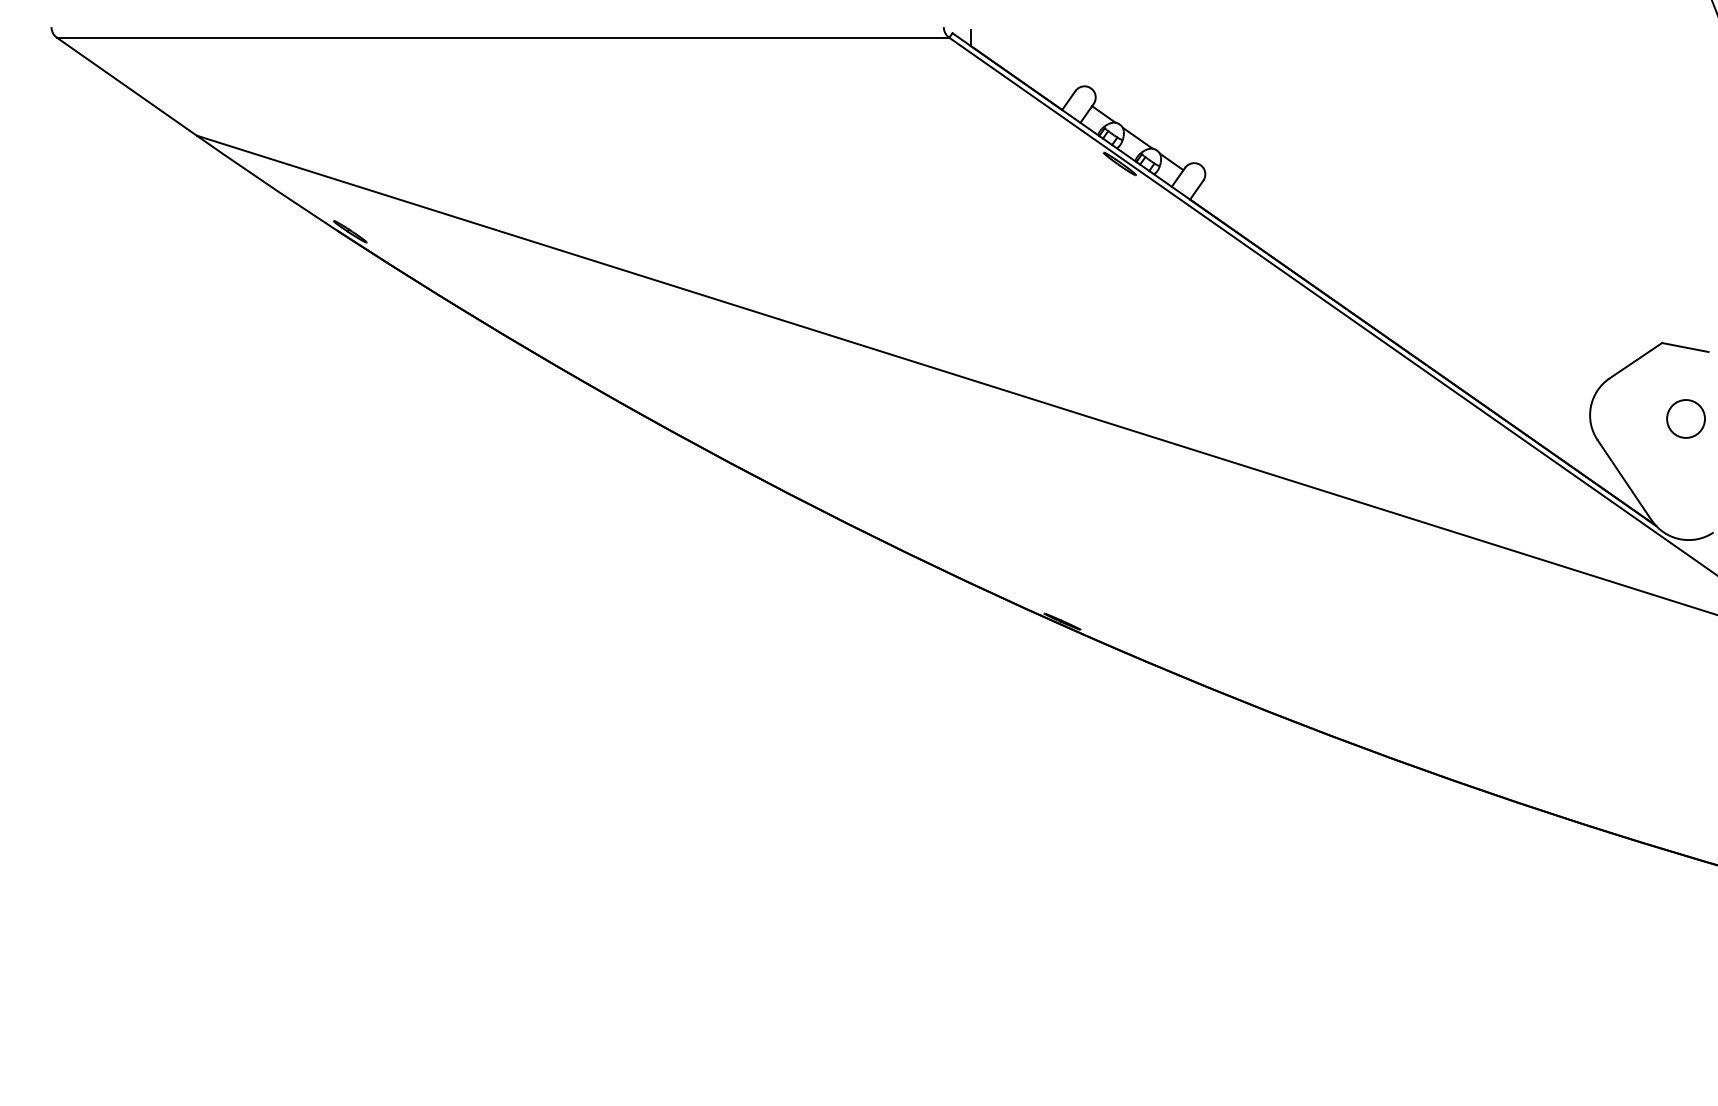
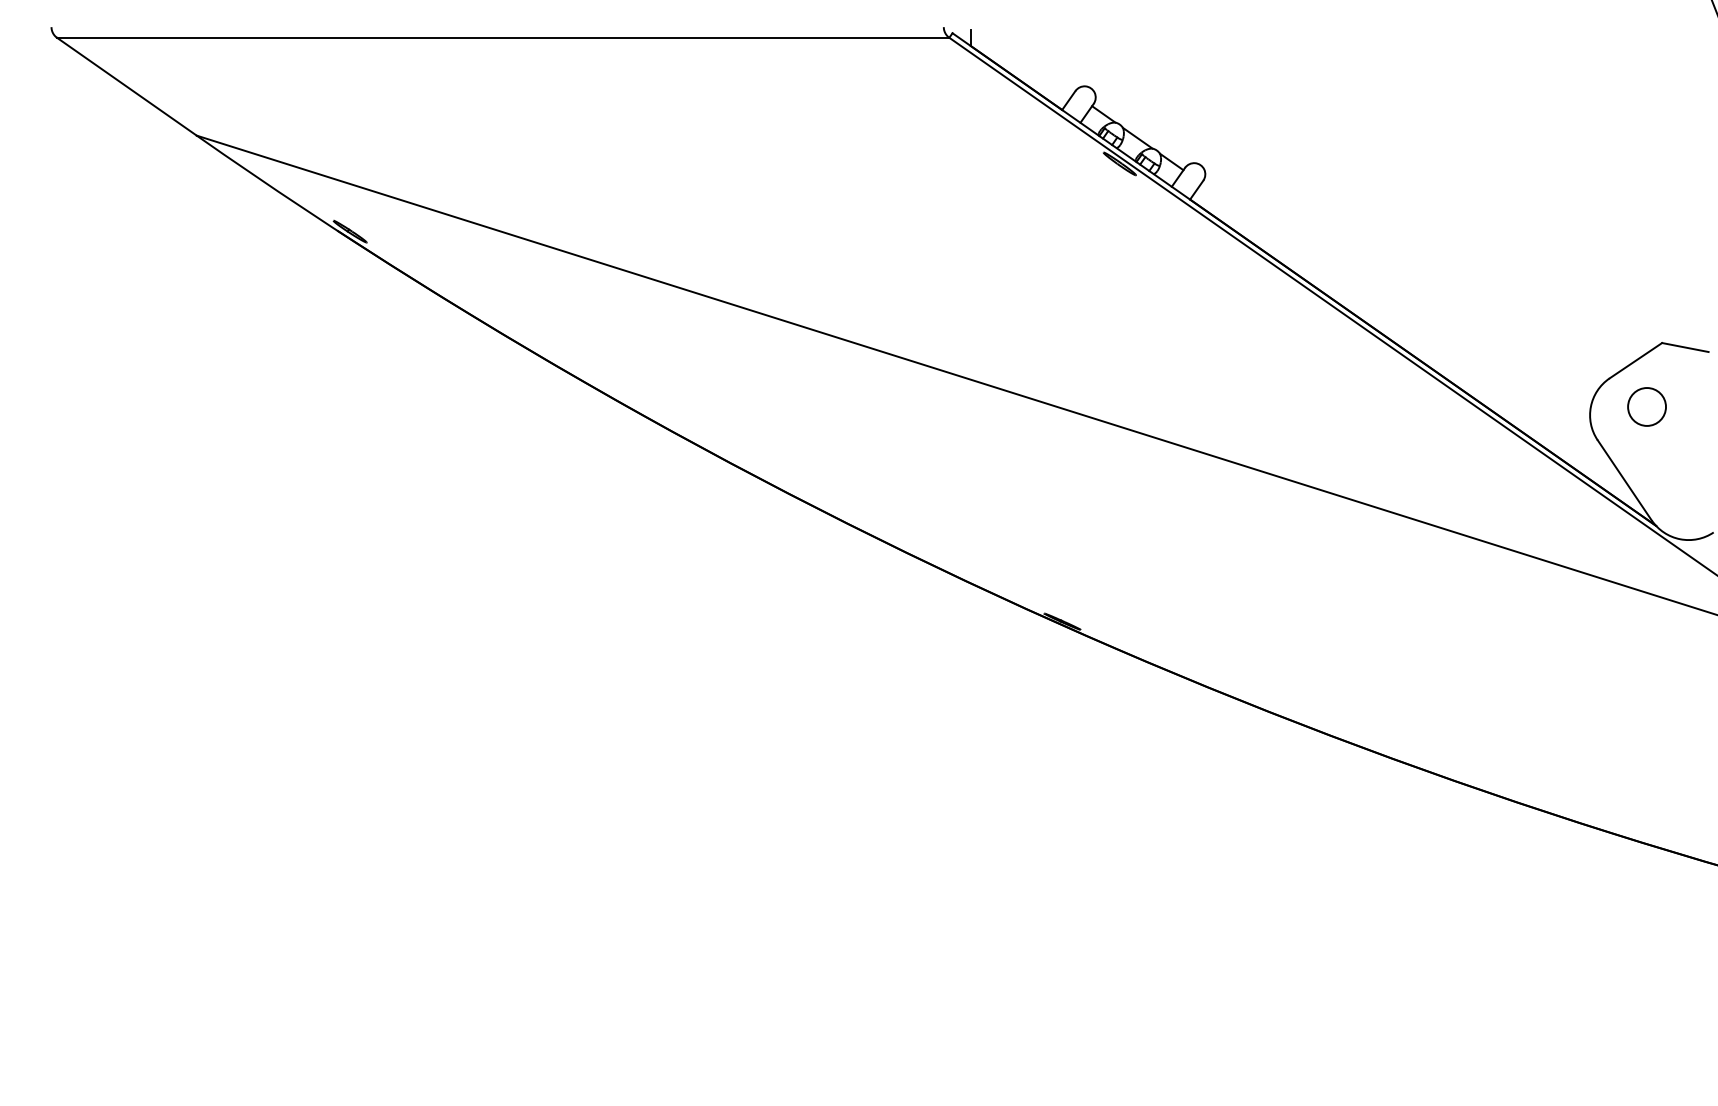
circle at (1685, 418) position: (1685, 418) -> (1646, 406)
